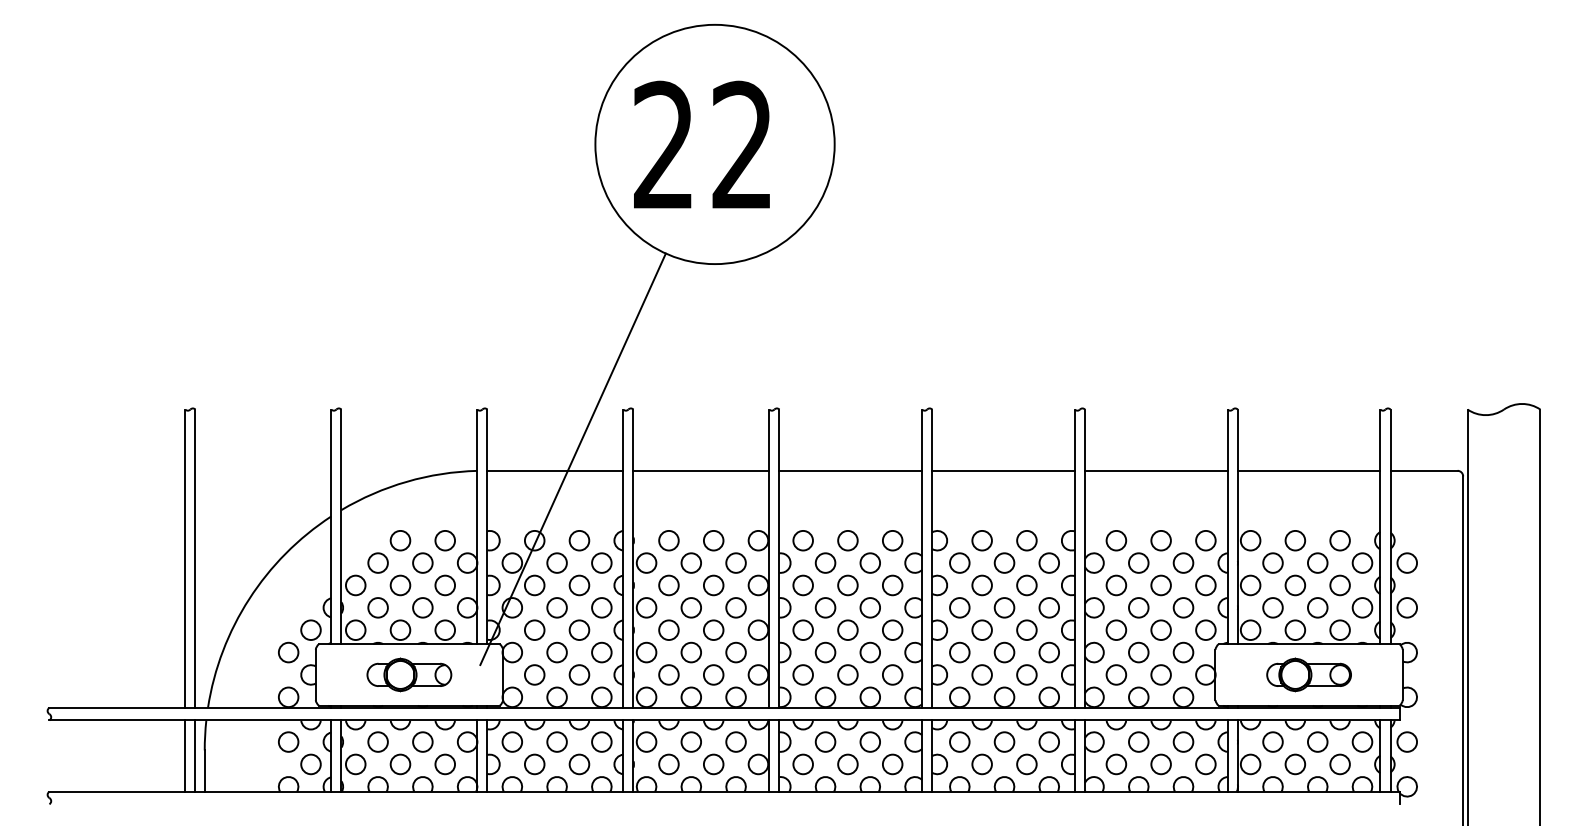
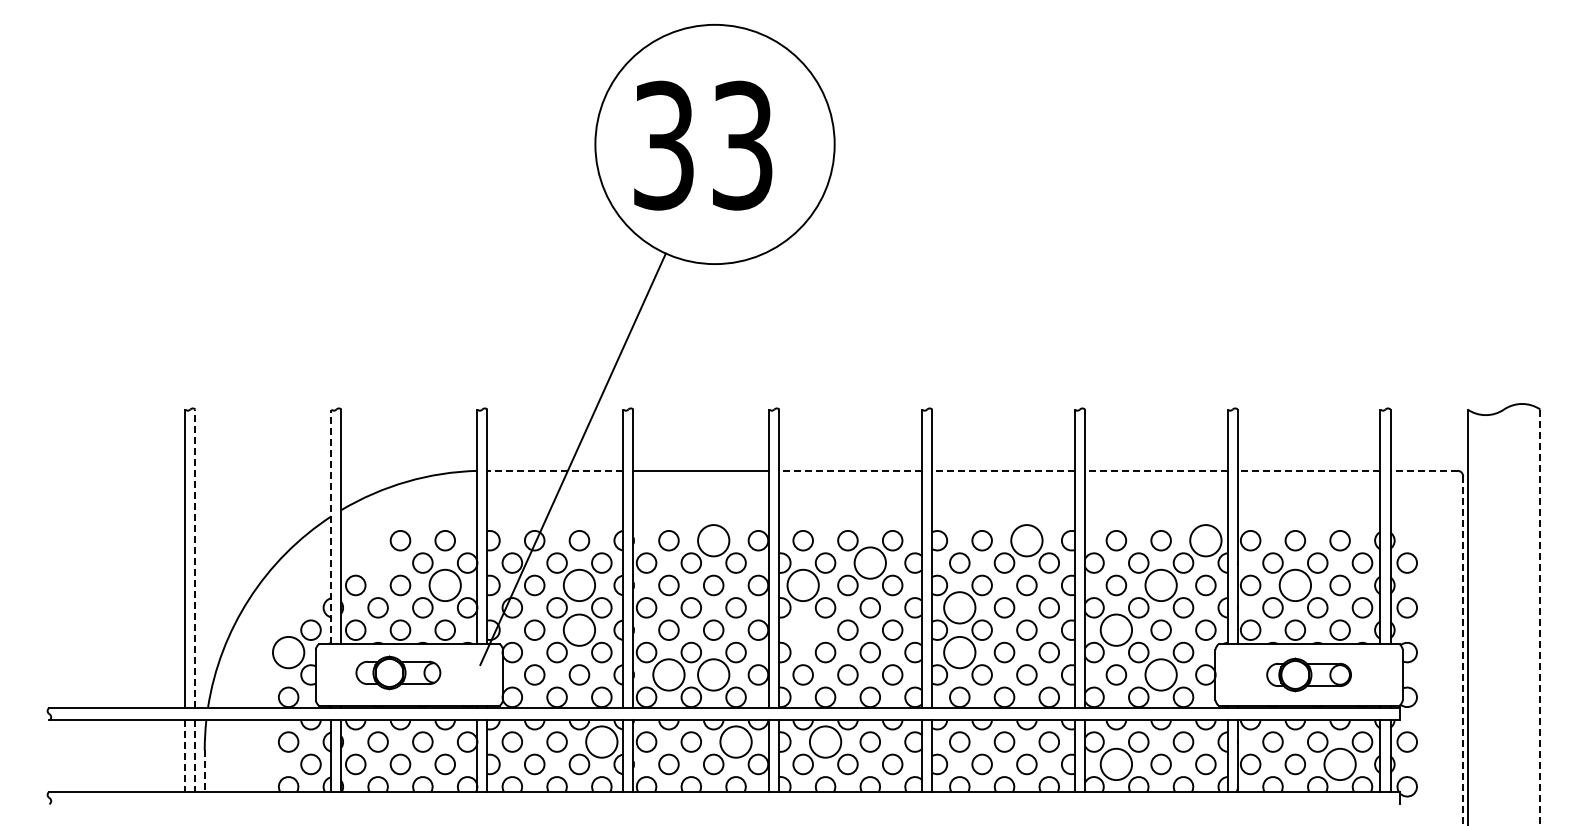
text at (703, 145): 22 -> 33
line at (555, 470): solid -> dashed
line at (850, 470): solid -> dashed
line at (1003, 470): solid -> dashed
line at (1155, 470): solid -> dashed
line at (1308, 470): solid -> dashed
line at (1424, 470): solid -> dashed
line at (331, 526): solid -> dashed
circle at (713, 540) diameter: 20 px -> 31 px
circle at (1026, 540) diameter: 20 px -> 31 px
circle at (1205, 540) diameter: 20 px -> 31 px
line at (195, 558): solid -> dashed
circle at (377, 562): present -> none
circle at (870, 562) diameter: 20 px -> 31 px
circle at (445, 585) diameter: 20 px -> 31 px
circle at (579, 585) diameter: 20 px -> 31 px
circle at (802, 585) diameter: 20 px -> 31 px
circle at (1160, 585) diameter: 20 px -> 31 px
circle at (1295, 585) diameter: 20 px -> 31 px
circle at (959, 607) diameter: 20 px -> 31 px
line at (1540, 617): solid -> dashed
circle at (802, 629): present -> none
circle at (579, 630) diameter: 20 px -> 31 px
circle at (1116, 630) diameter: 20 px -> 31 px
line at (1463, 651): solid -> dashed
circle at (288, 652) diameter: 20 px -> 31 px
circle at (959, 652) diameter: 20 px -> 31 px
part at (409, 674) position: (409, 674) -> (398, 672)
circle at (668, 674) diameter: 20 px -> 31 px
circle at (713, 674) diameter: 20 px -> 31 px
circle at (1160, 674) diameter: 20 px -> 31 px
circle at (601, 741) diameter: 20 px -> 31 px
circle at (735, 741) diameter: 20 px -> 31 px
circle at (825, 741) diameter: 20 px -> 31 px
line at (185, 756): solid -> dashed
line at (195, 756): solid -> dashed
circle at (1116, 764) diameter: 20 px -> 31 px
circle at (1339, 764) diameter: 20 px -> 31 px
line at (204, 771): solid -> dashed
